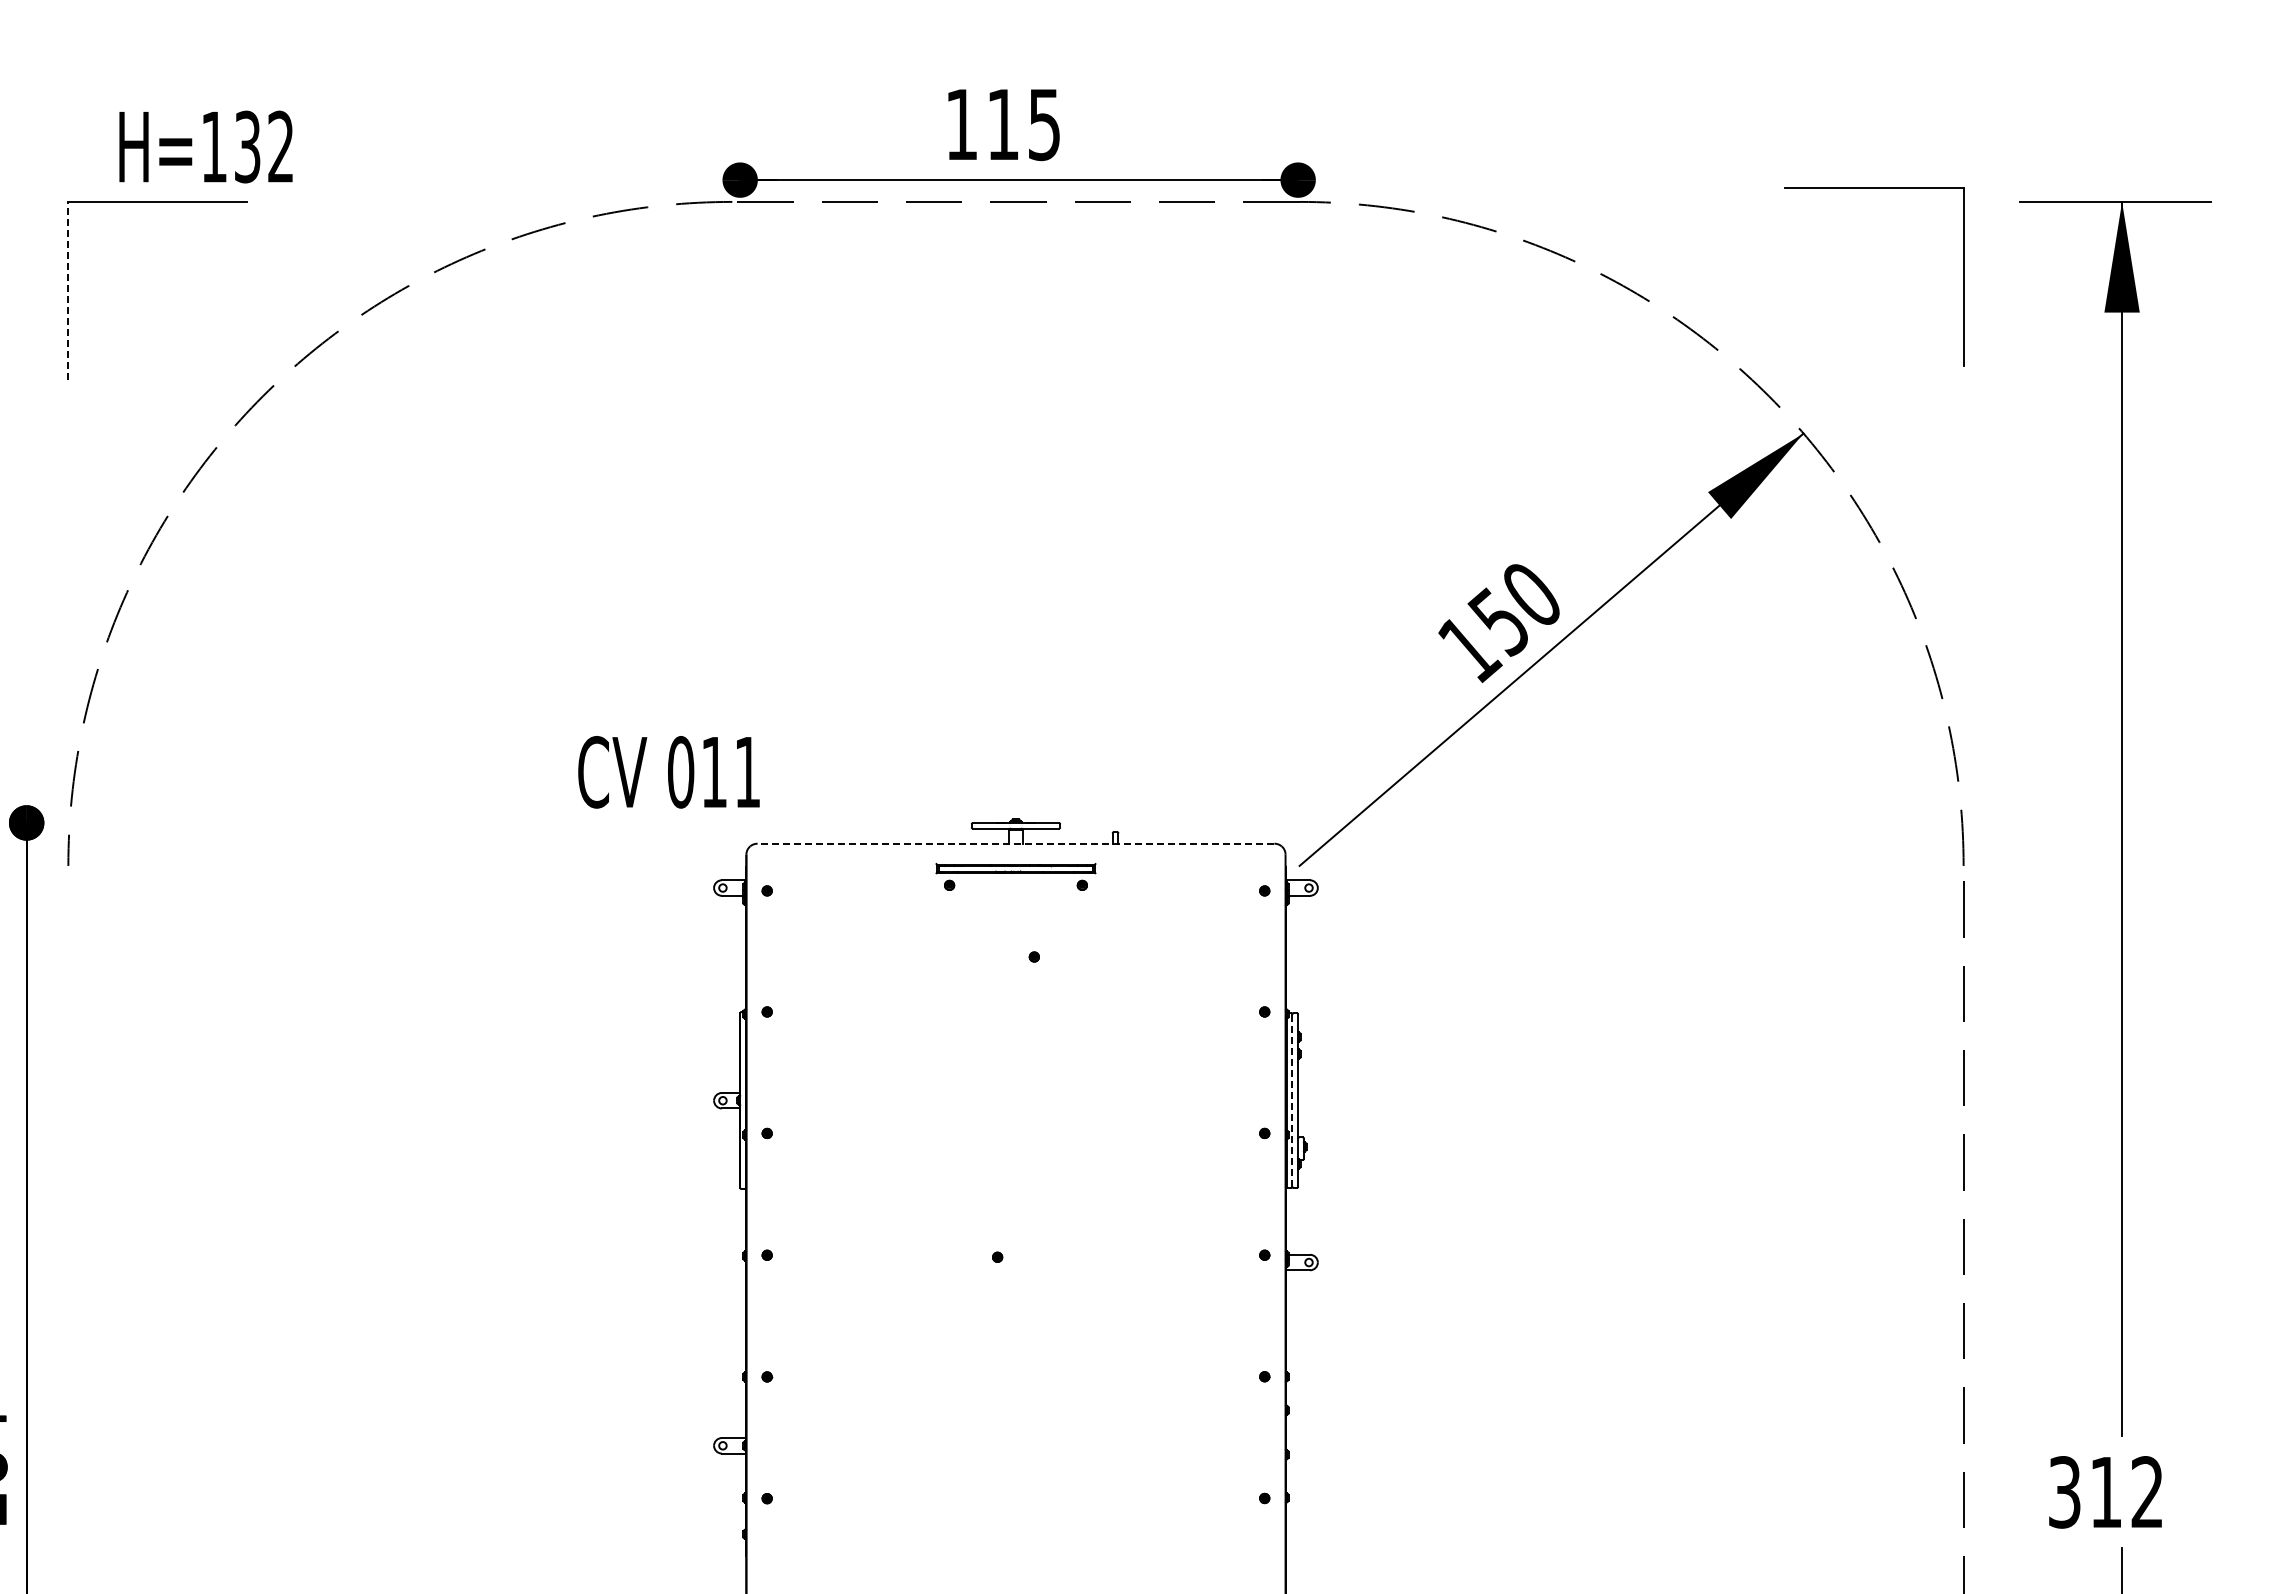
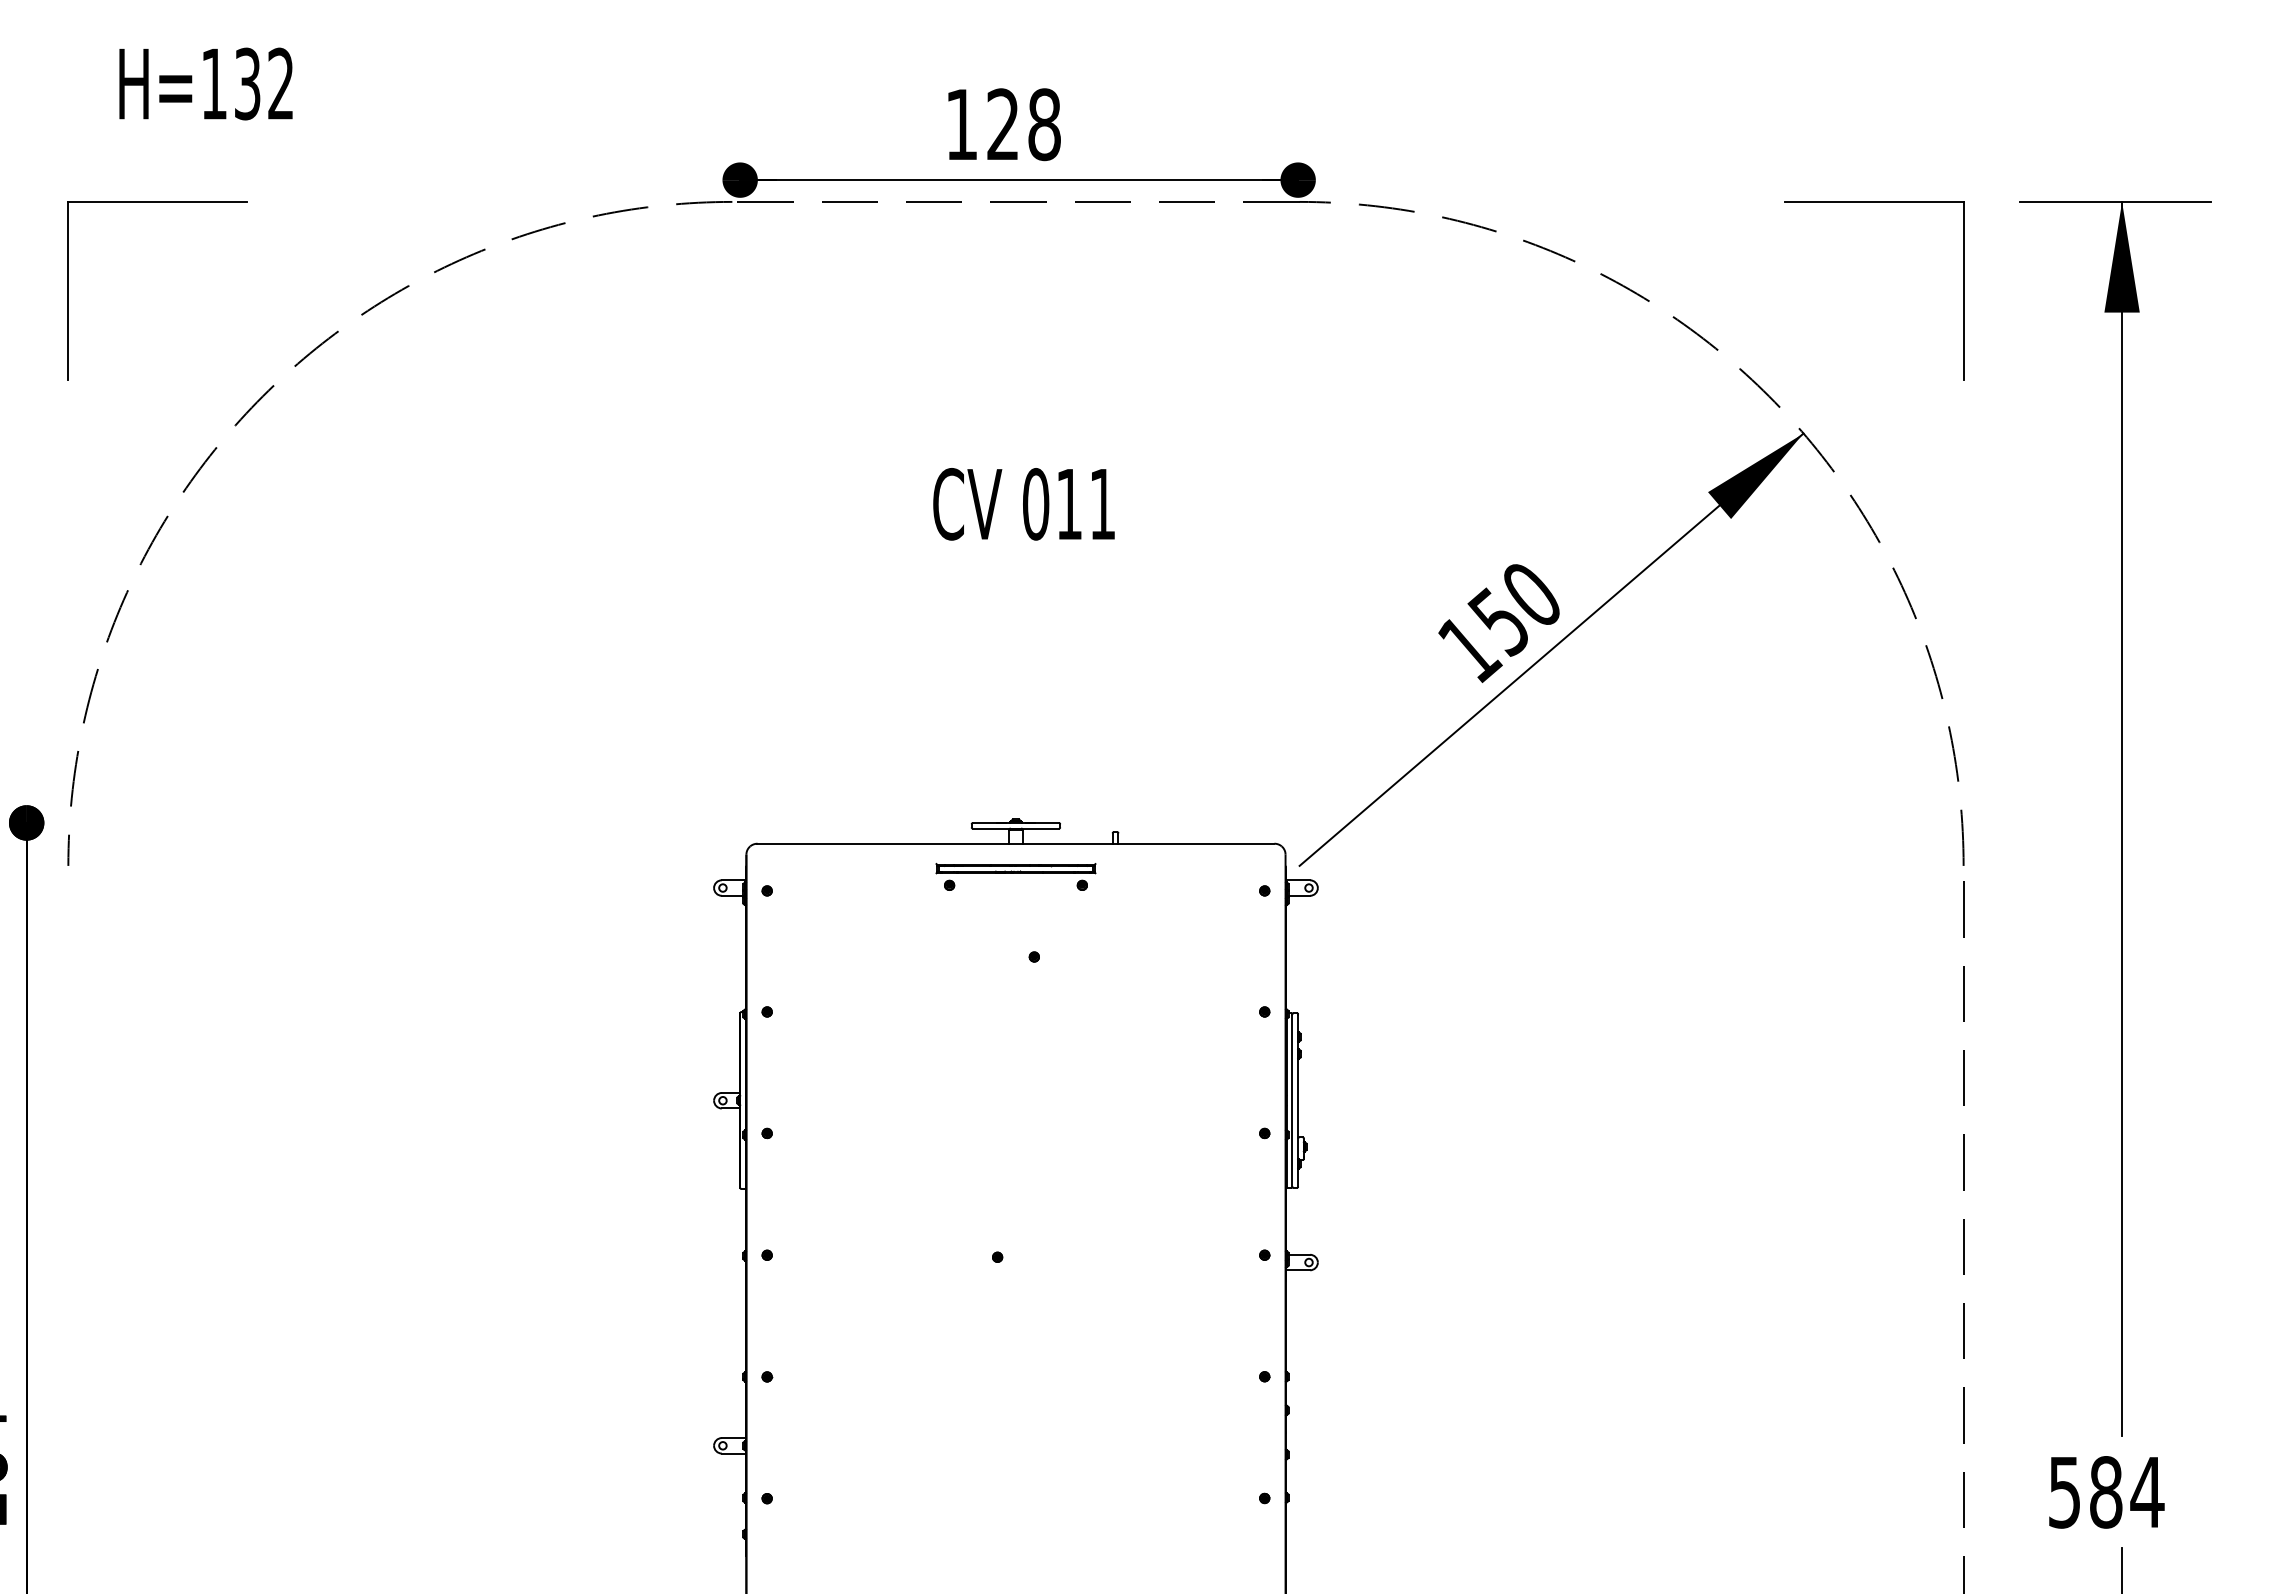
text at (1023, 124): 115 -> 128
text at (205, 146) position: (205, 146) -> (205, 83)
part at (1874, 188) position: (1874, 188) -> (1874, 202)
line at (68, 290): dashed -> solid
text at (668, 772) position: (668, 772) -> (1023, 504)
line at (1015, 843): dashed -> solid
line at (1292, 1101): dashed -> solid
text at (2106, 1492): 312 -> 584
